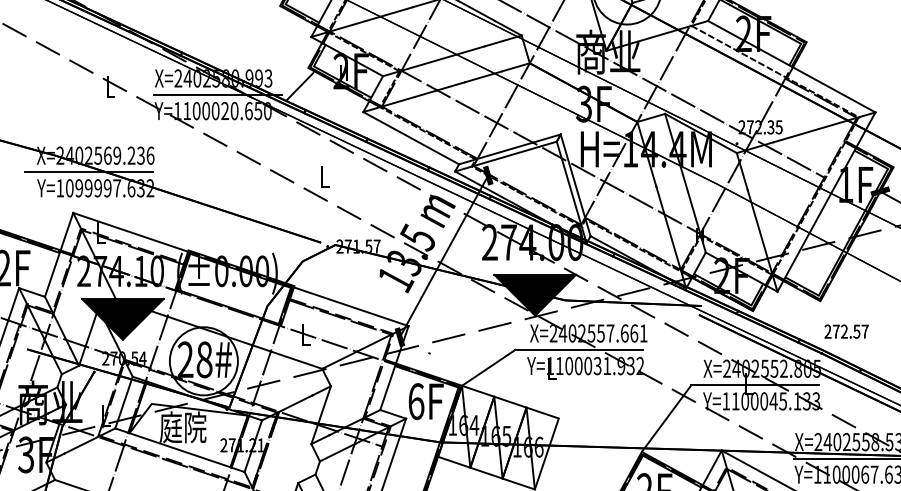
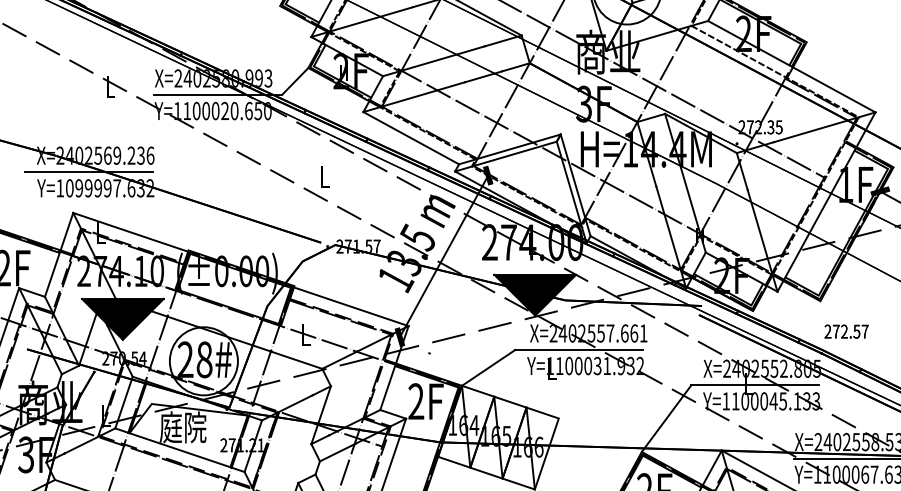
line at (300, 86) position: (300, 86) -> (295, 81)
text at (416, 401): 6F -> 2F
